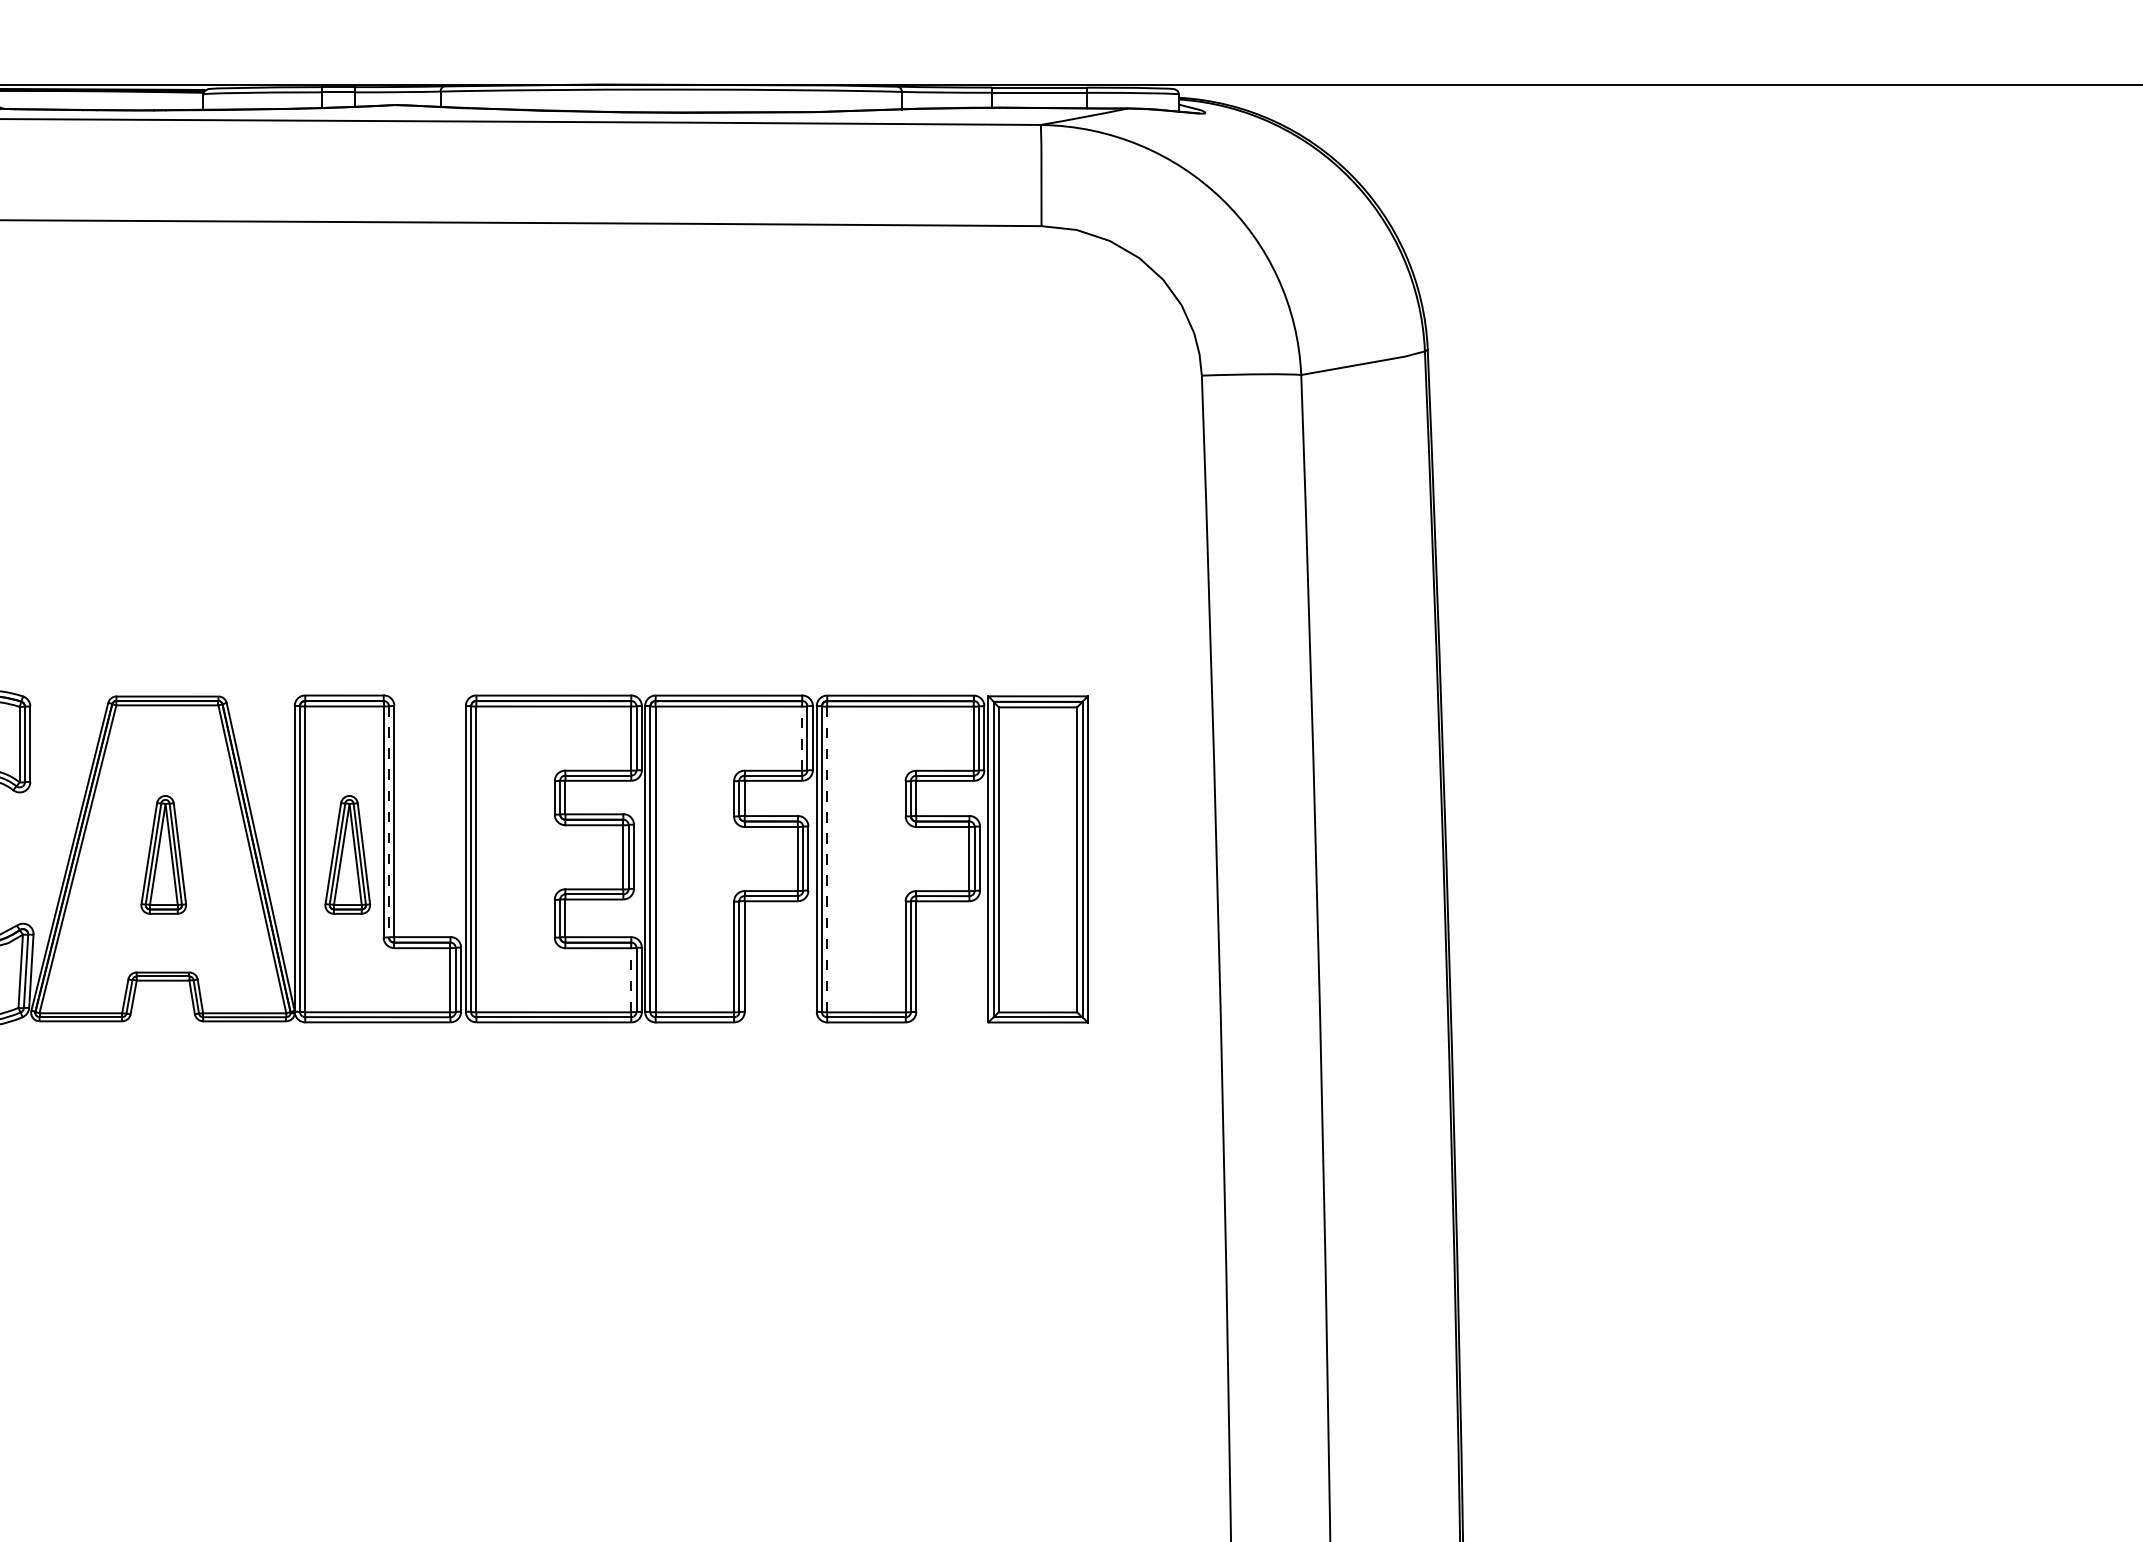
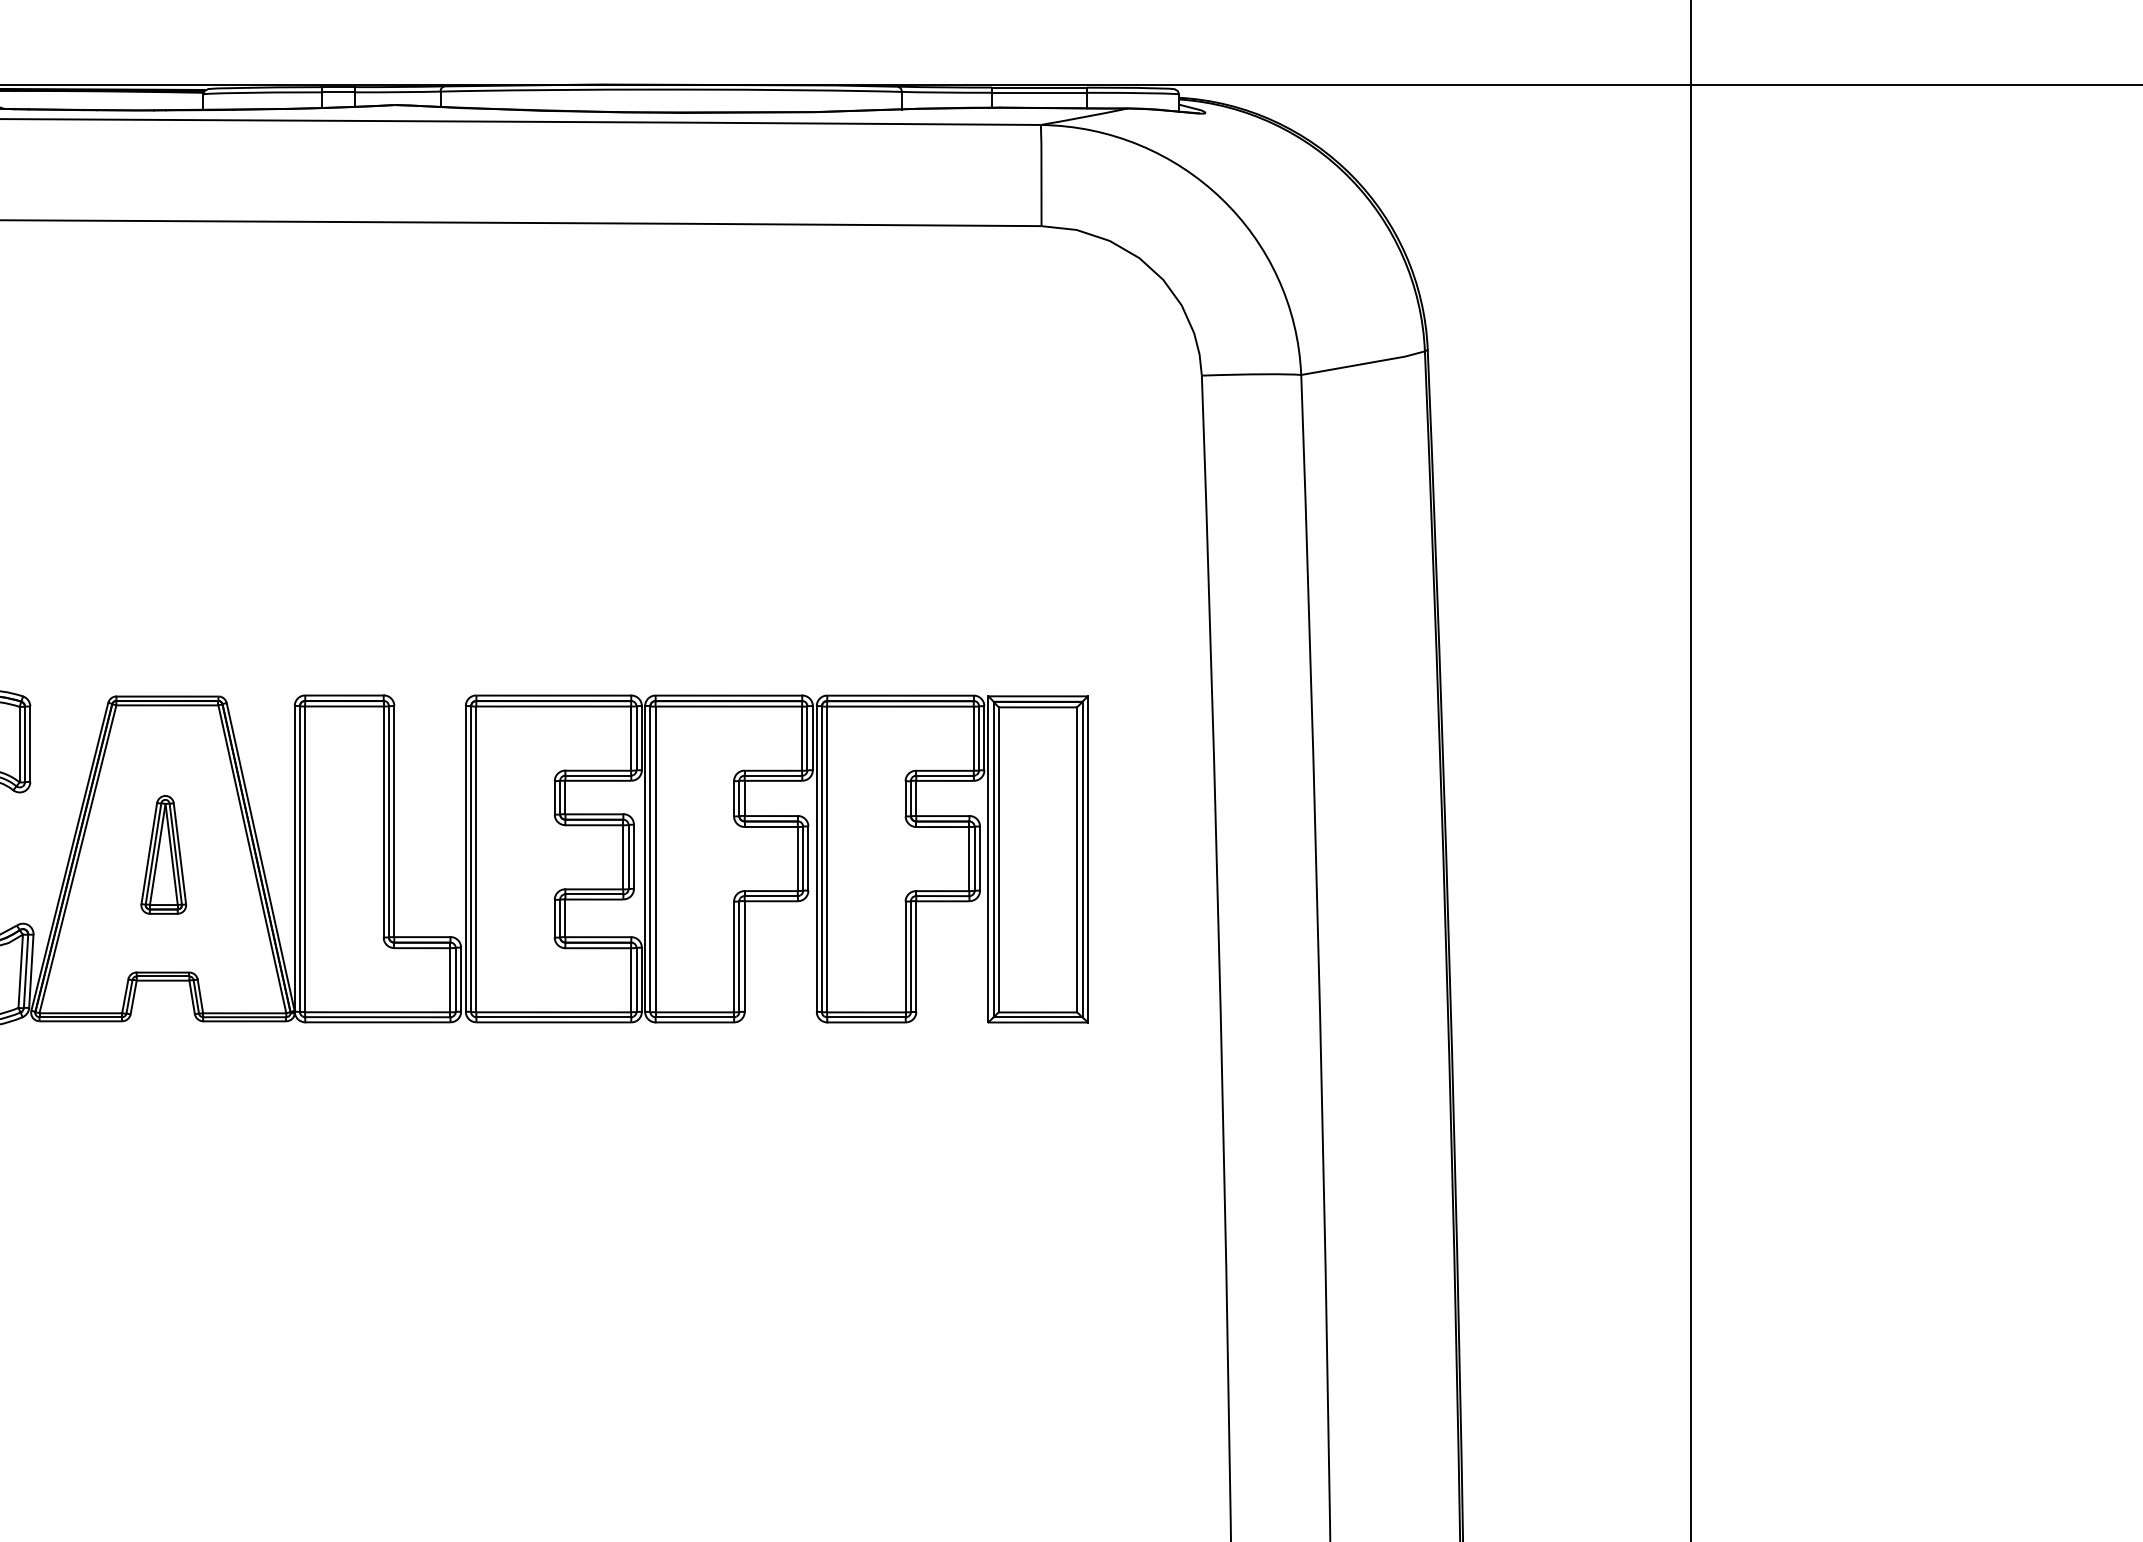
line at (802, 738): dashed -> solid
line at (1691, 770): none -> present
line at (388, 821): dashed -> solid
part at (347, 854): present -> none
line at (827, 859): dashed -> solid
line at (631, 979): dashed -> solid
